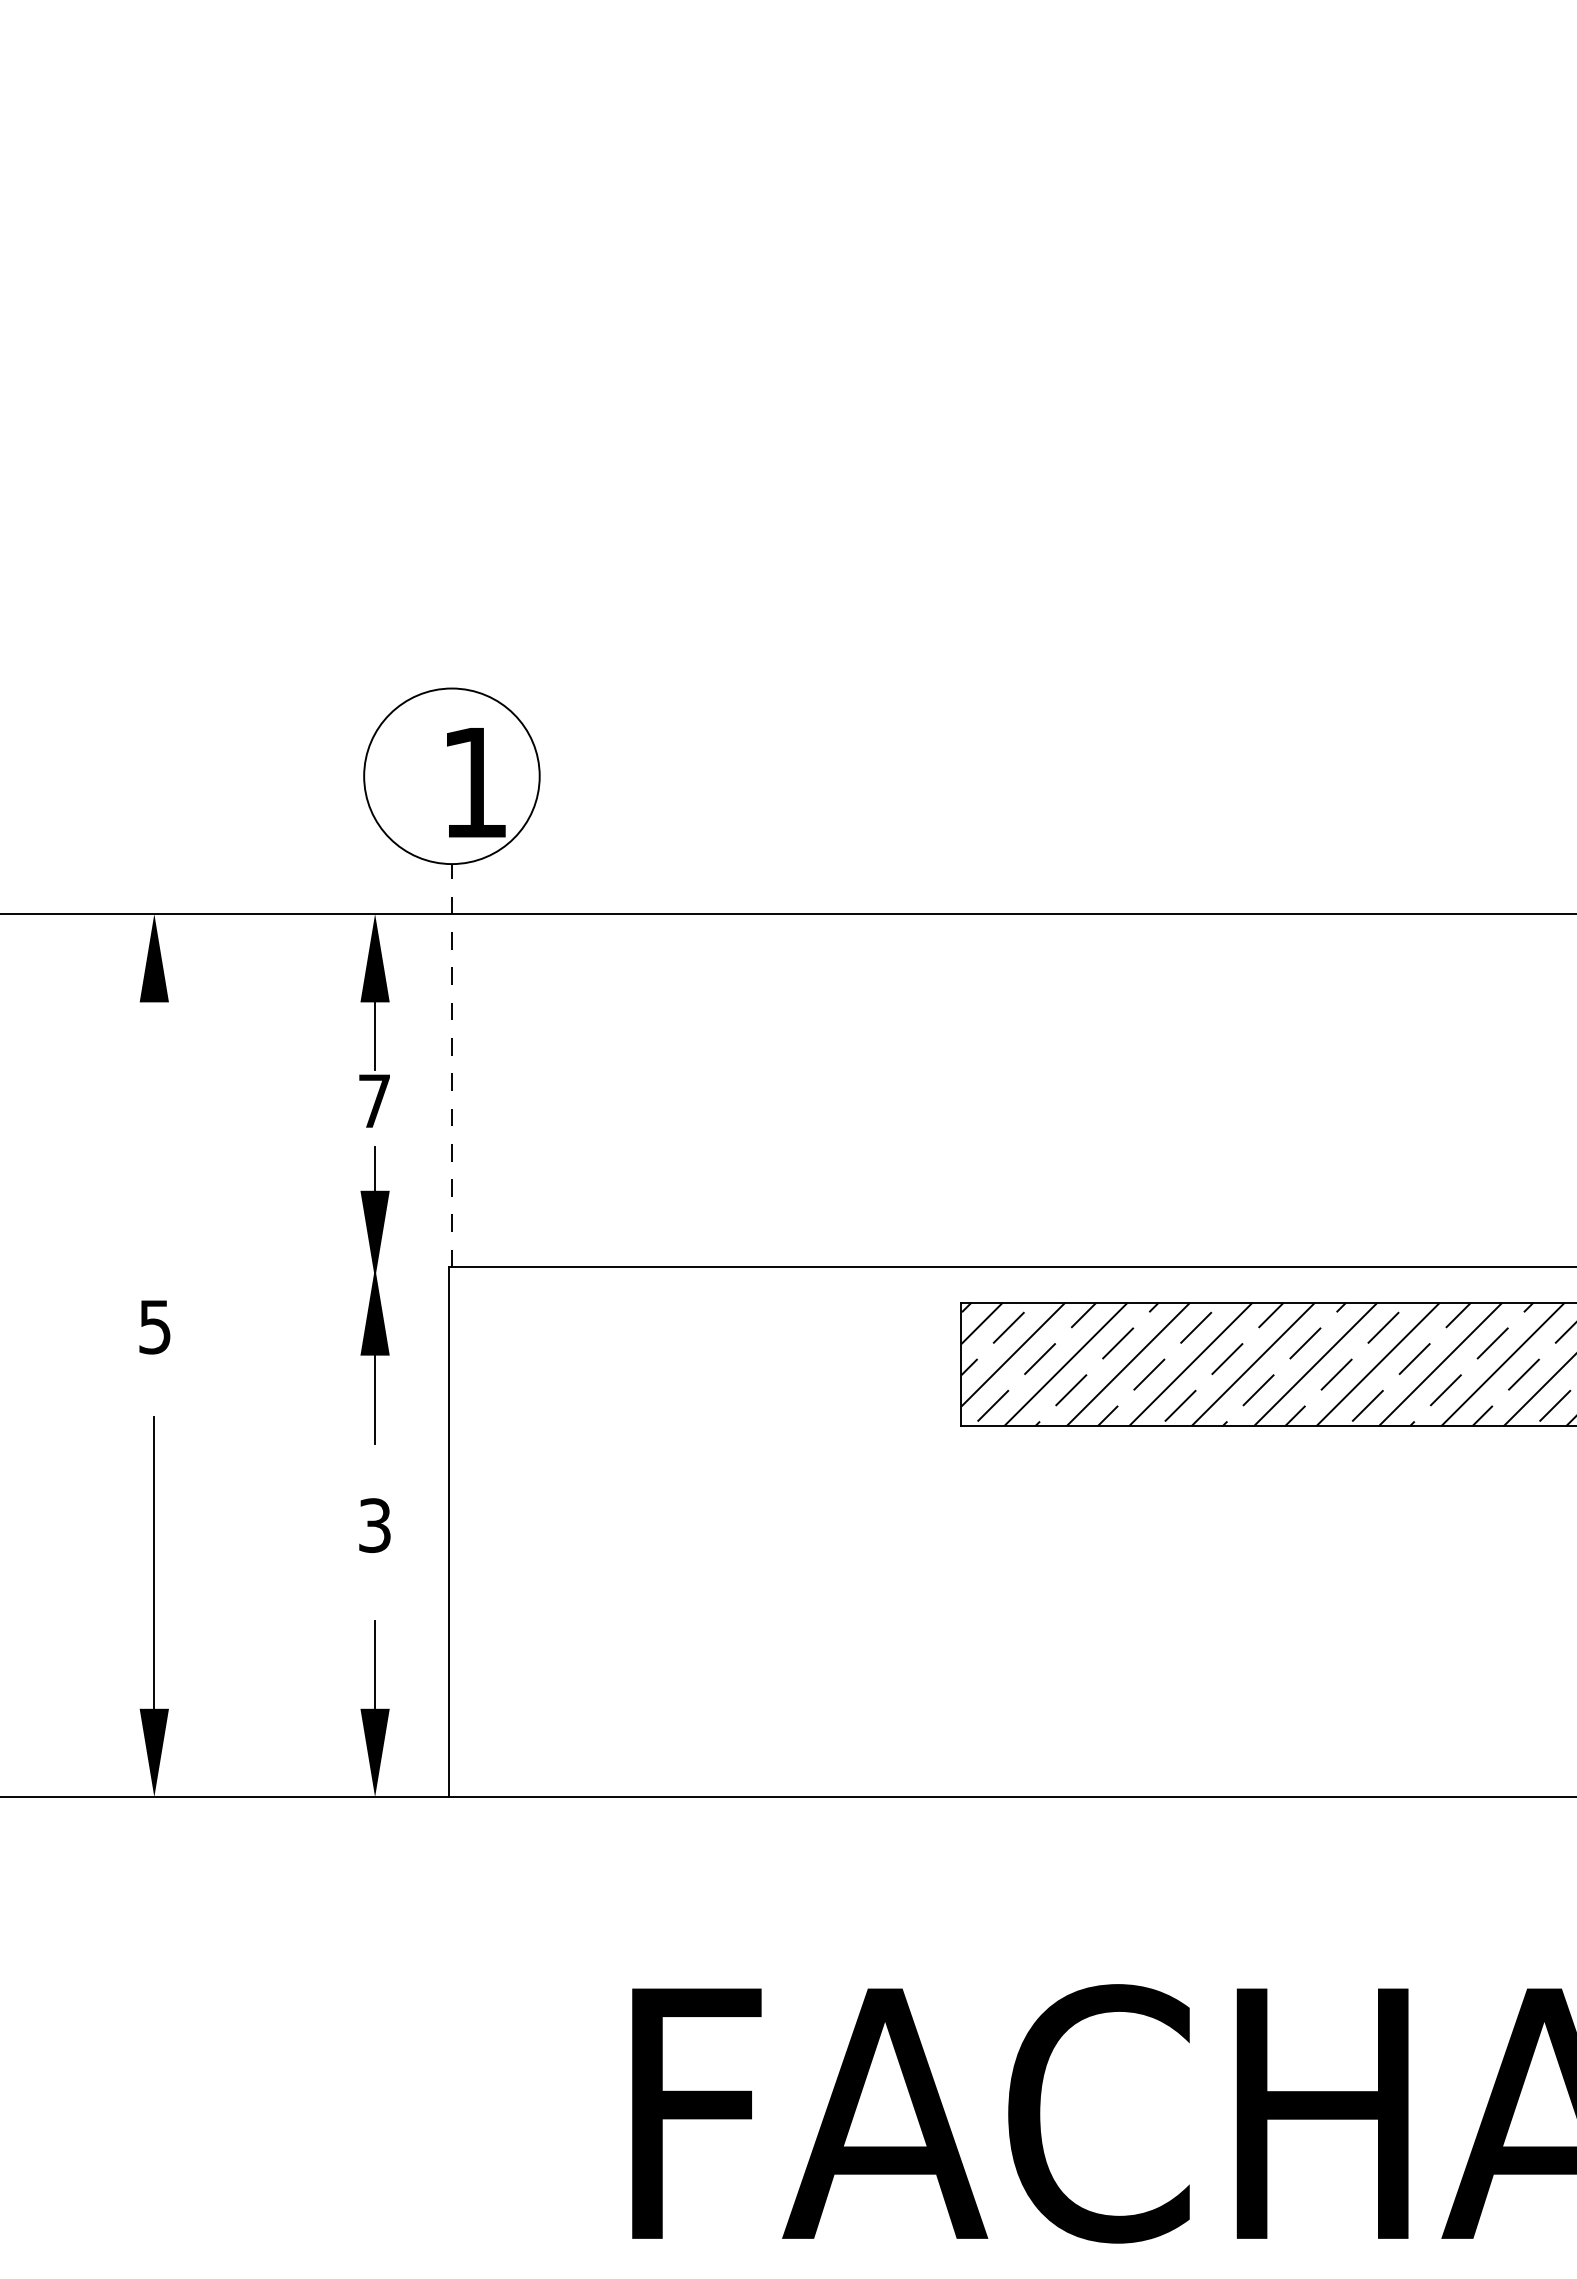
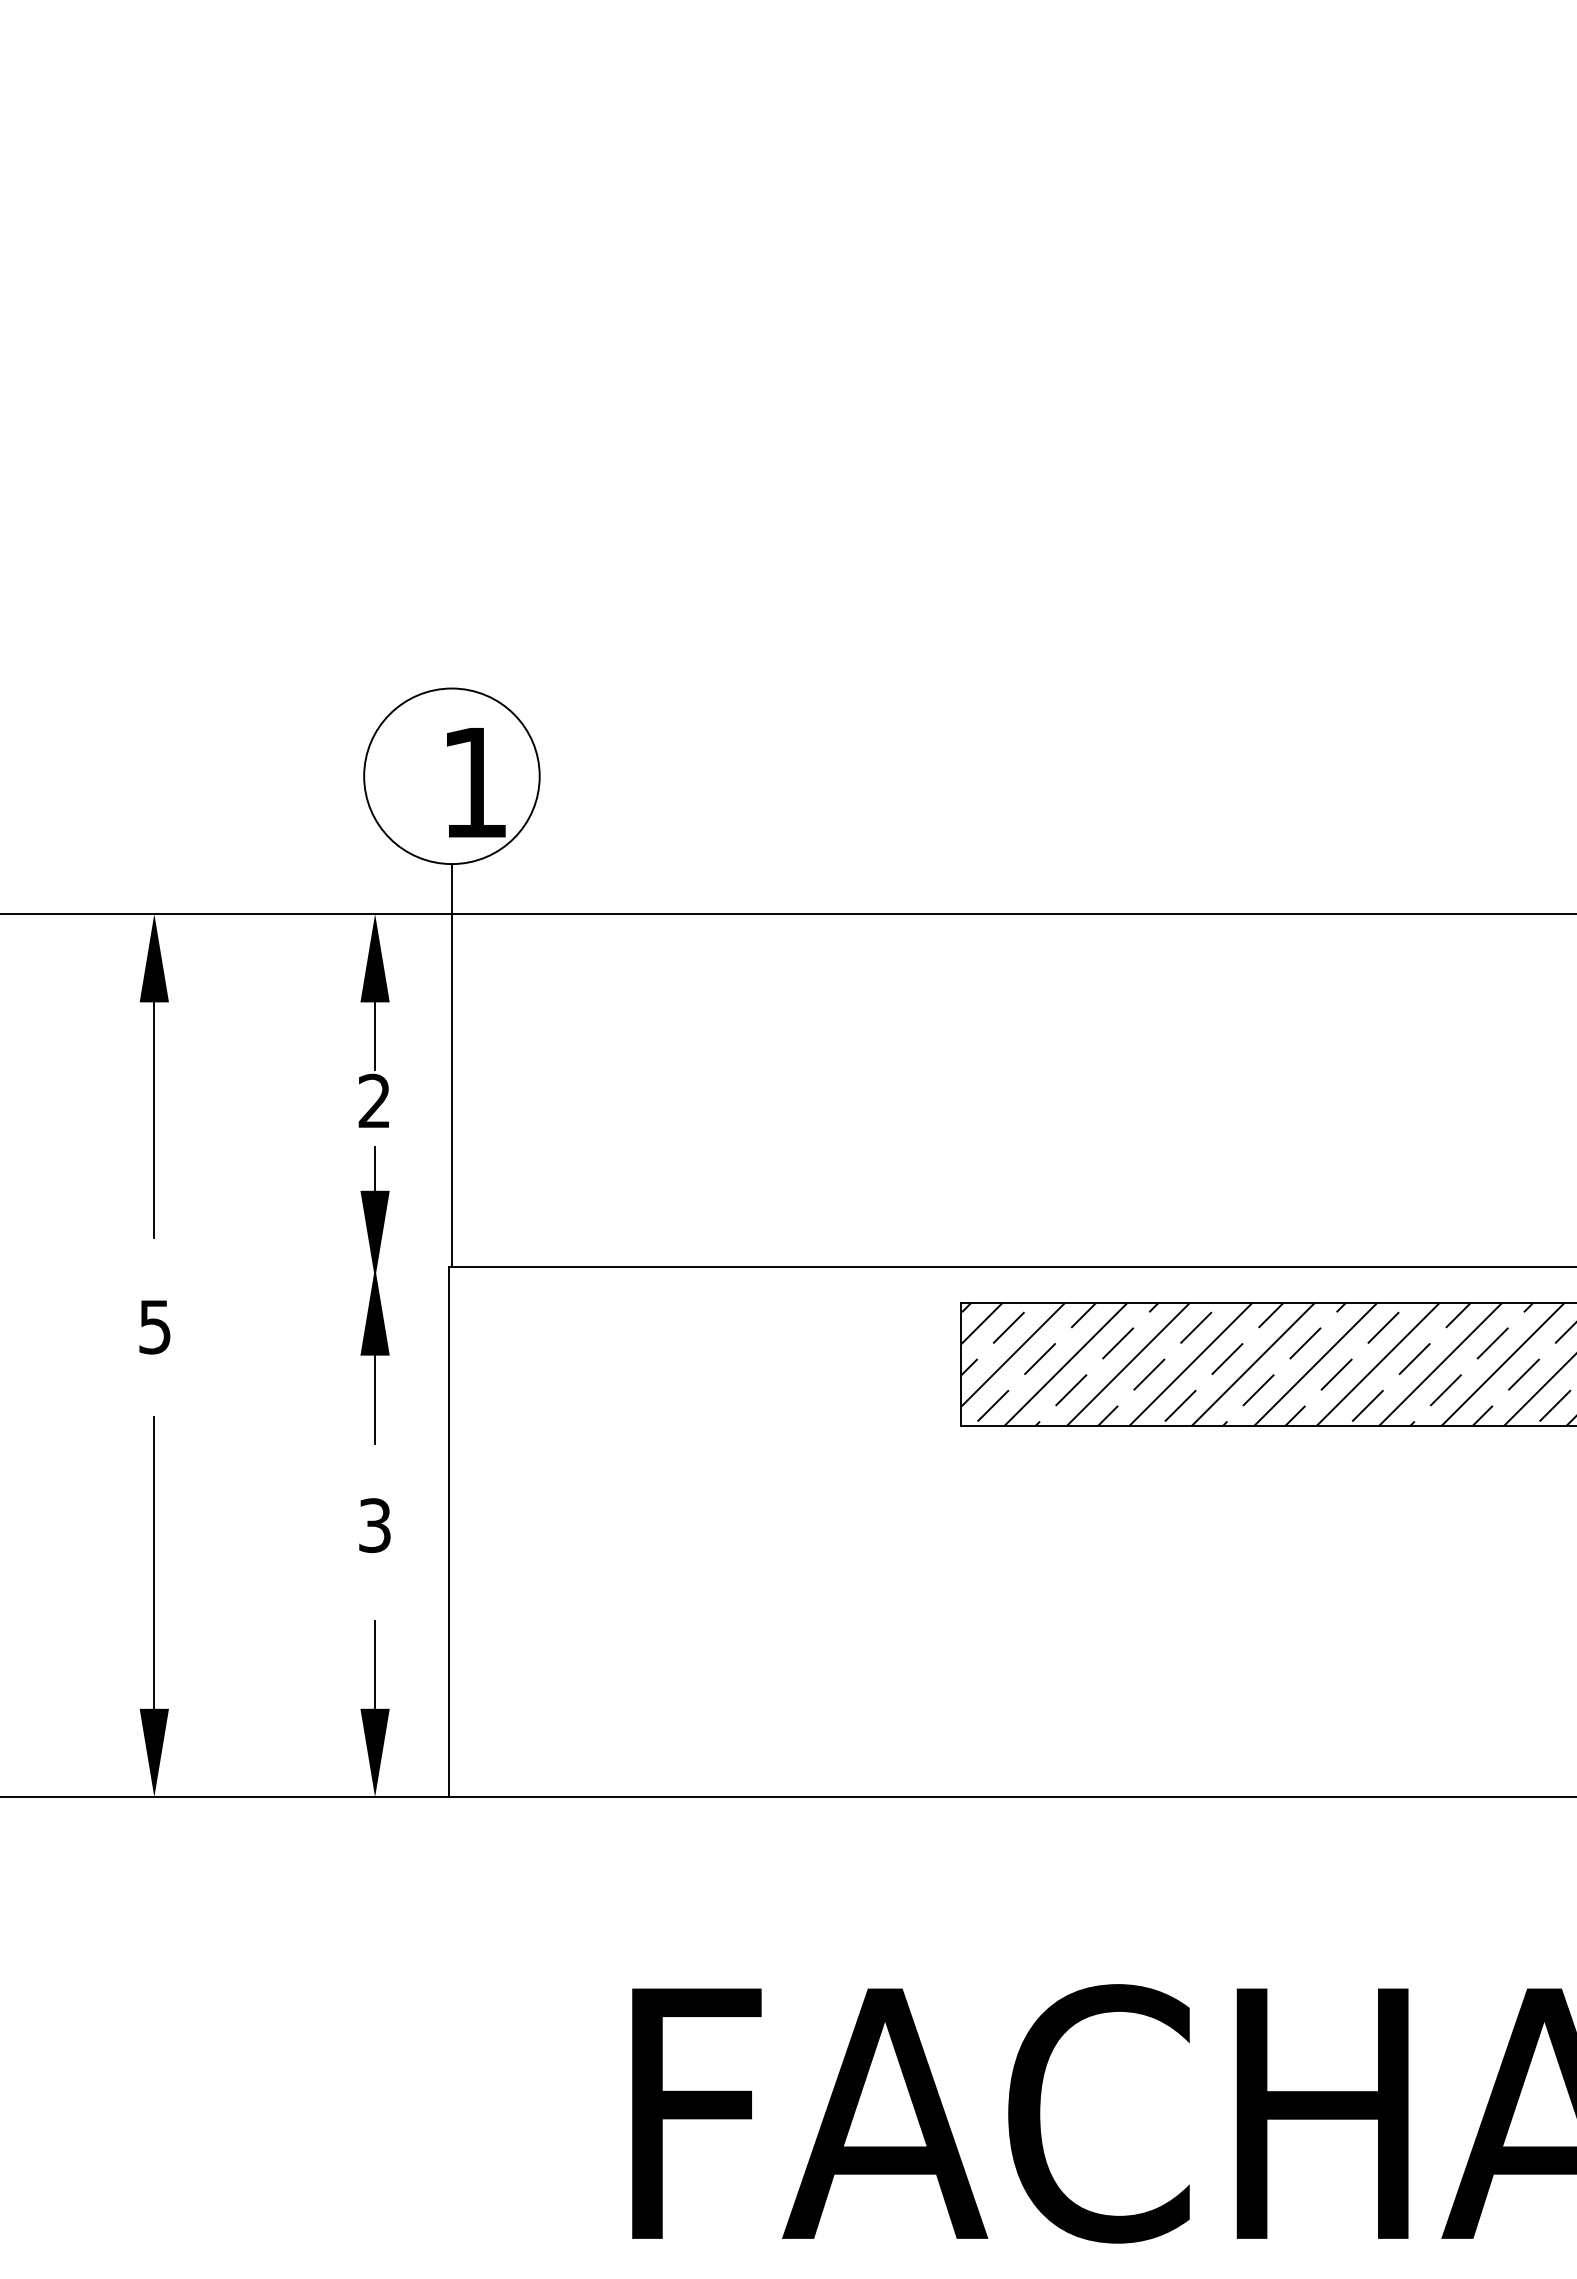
line at (451, 1065): dashed -> solid
text at (373, 1100): 7 -> 2
line at (154, 1119): none -> present
